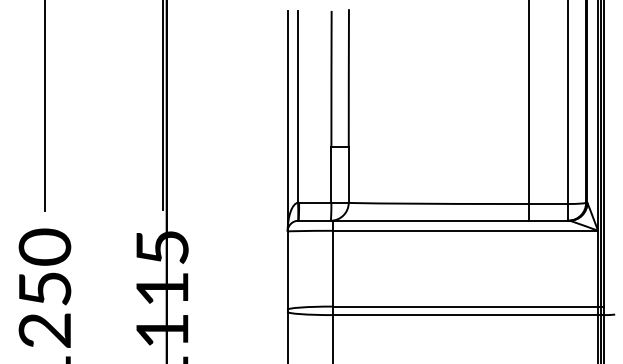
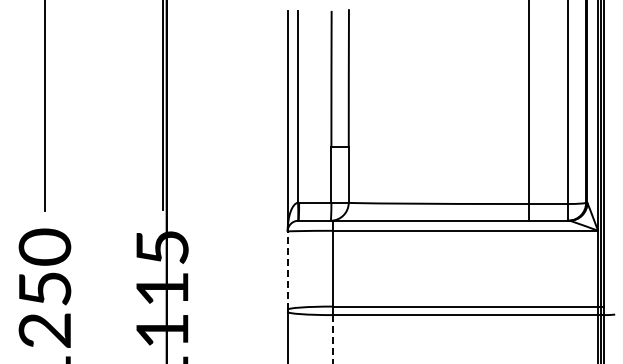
line at (287, 270): solid -> dashed
line at (332, 340): solid -> dashed
